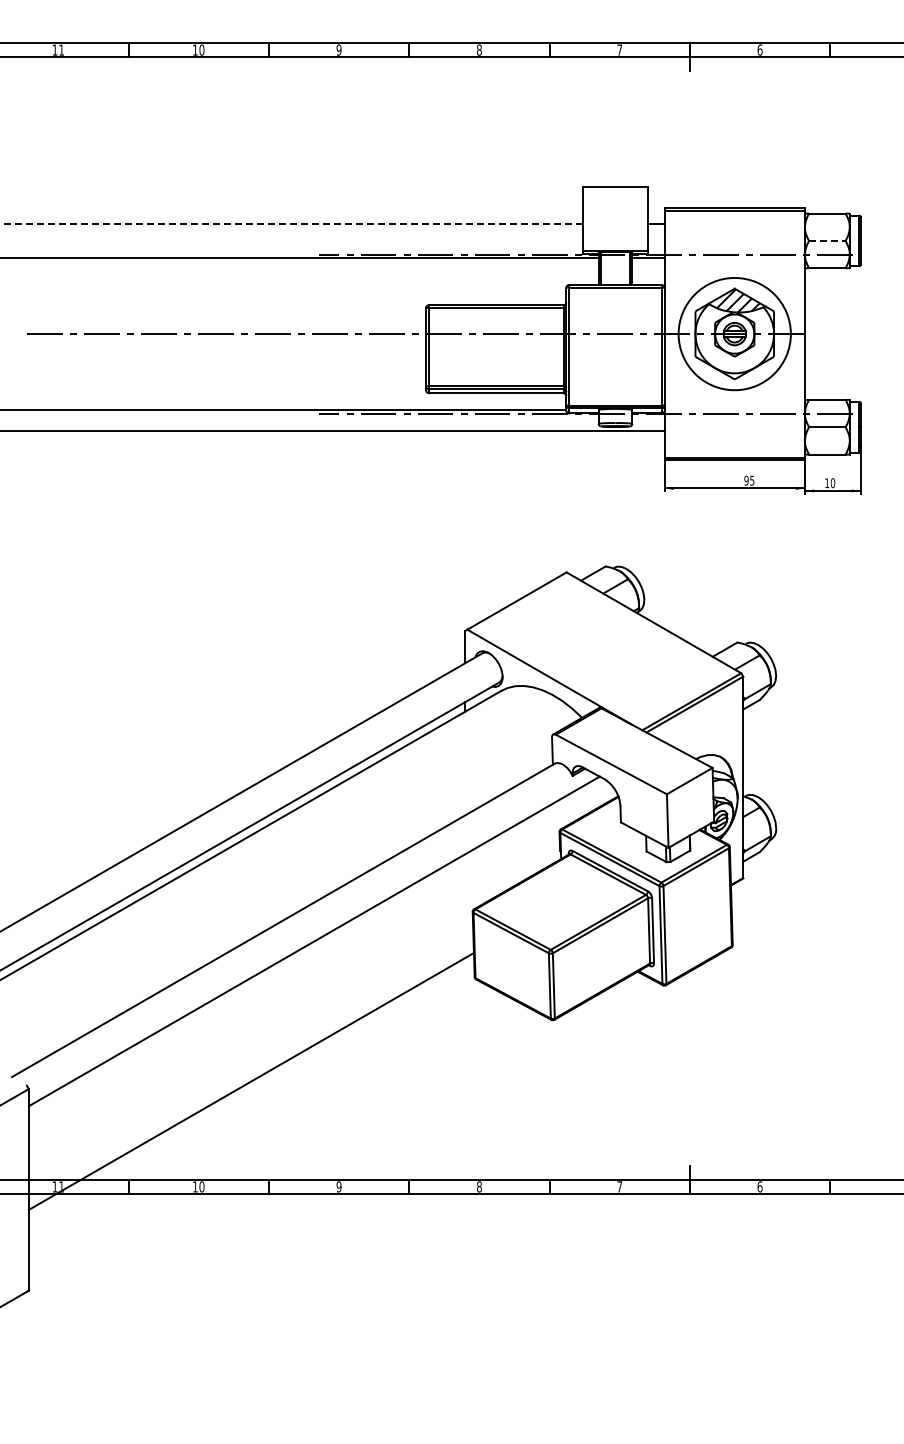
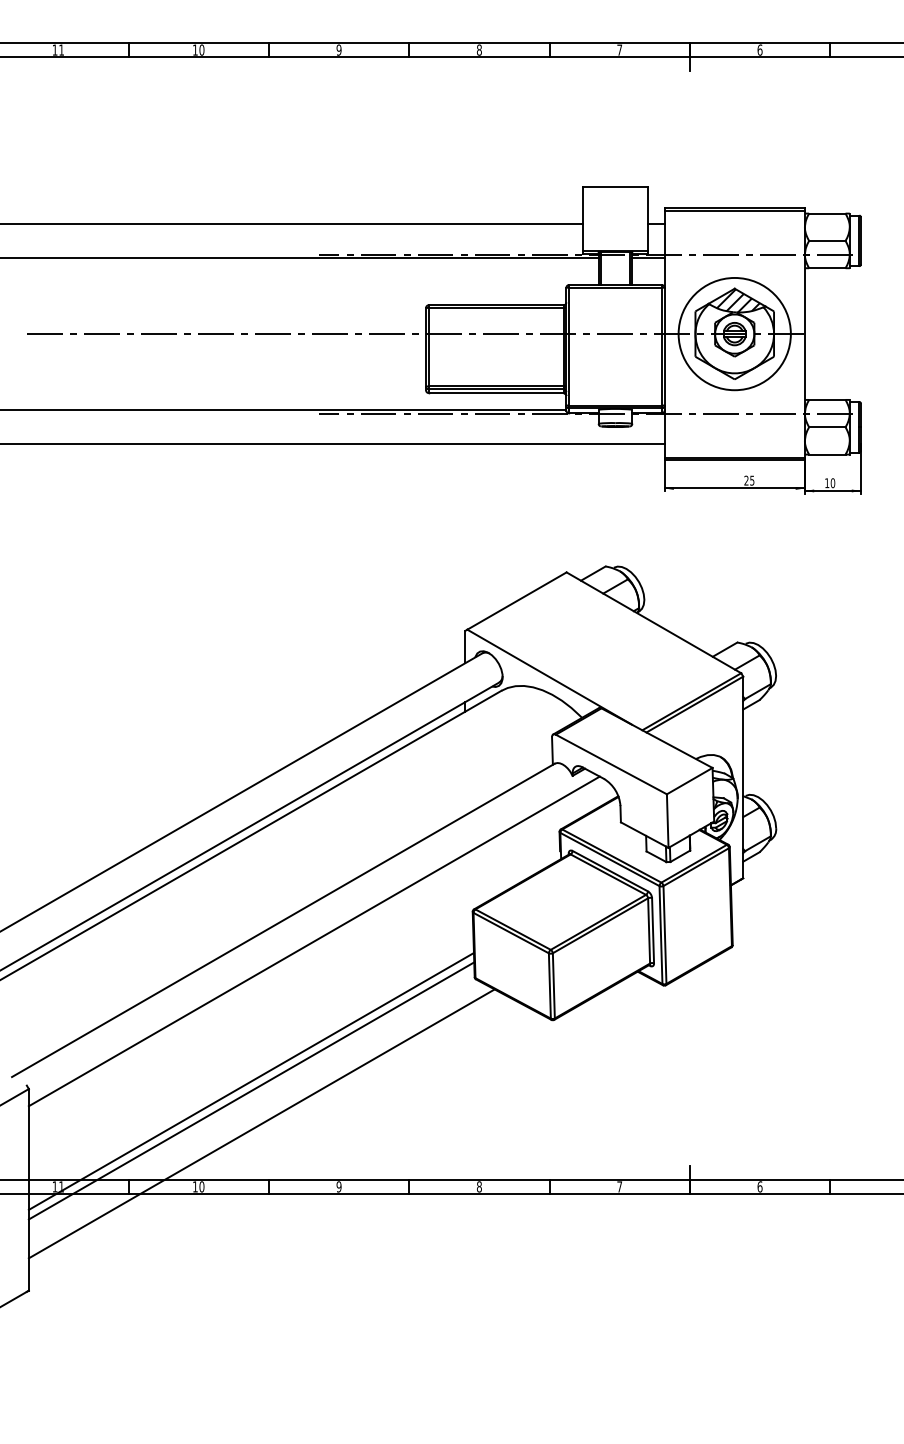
line at (291, 224): dashed -> solid
line at (827, 240): dashed -> solid
line at (333, 431) position: (333, 431) -> (333, 444)
text at (746, 480): 95 -> 25
line at (251, 1090): none -> present
line at (261, 1123): none -> present
